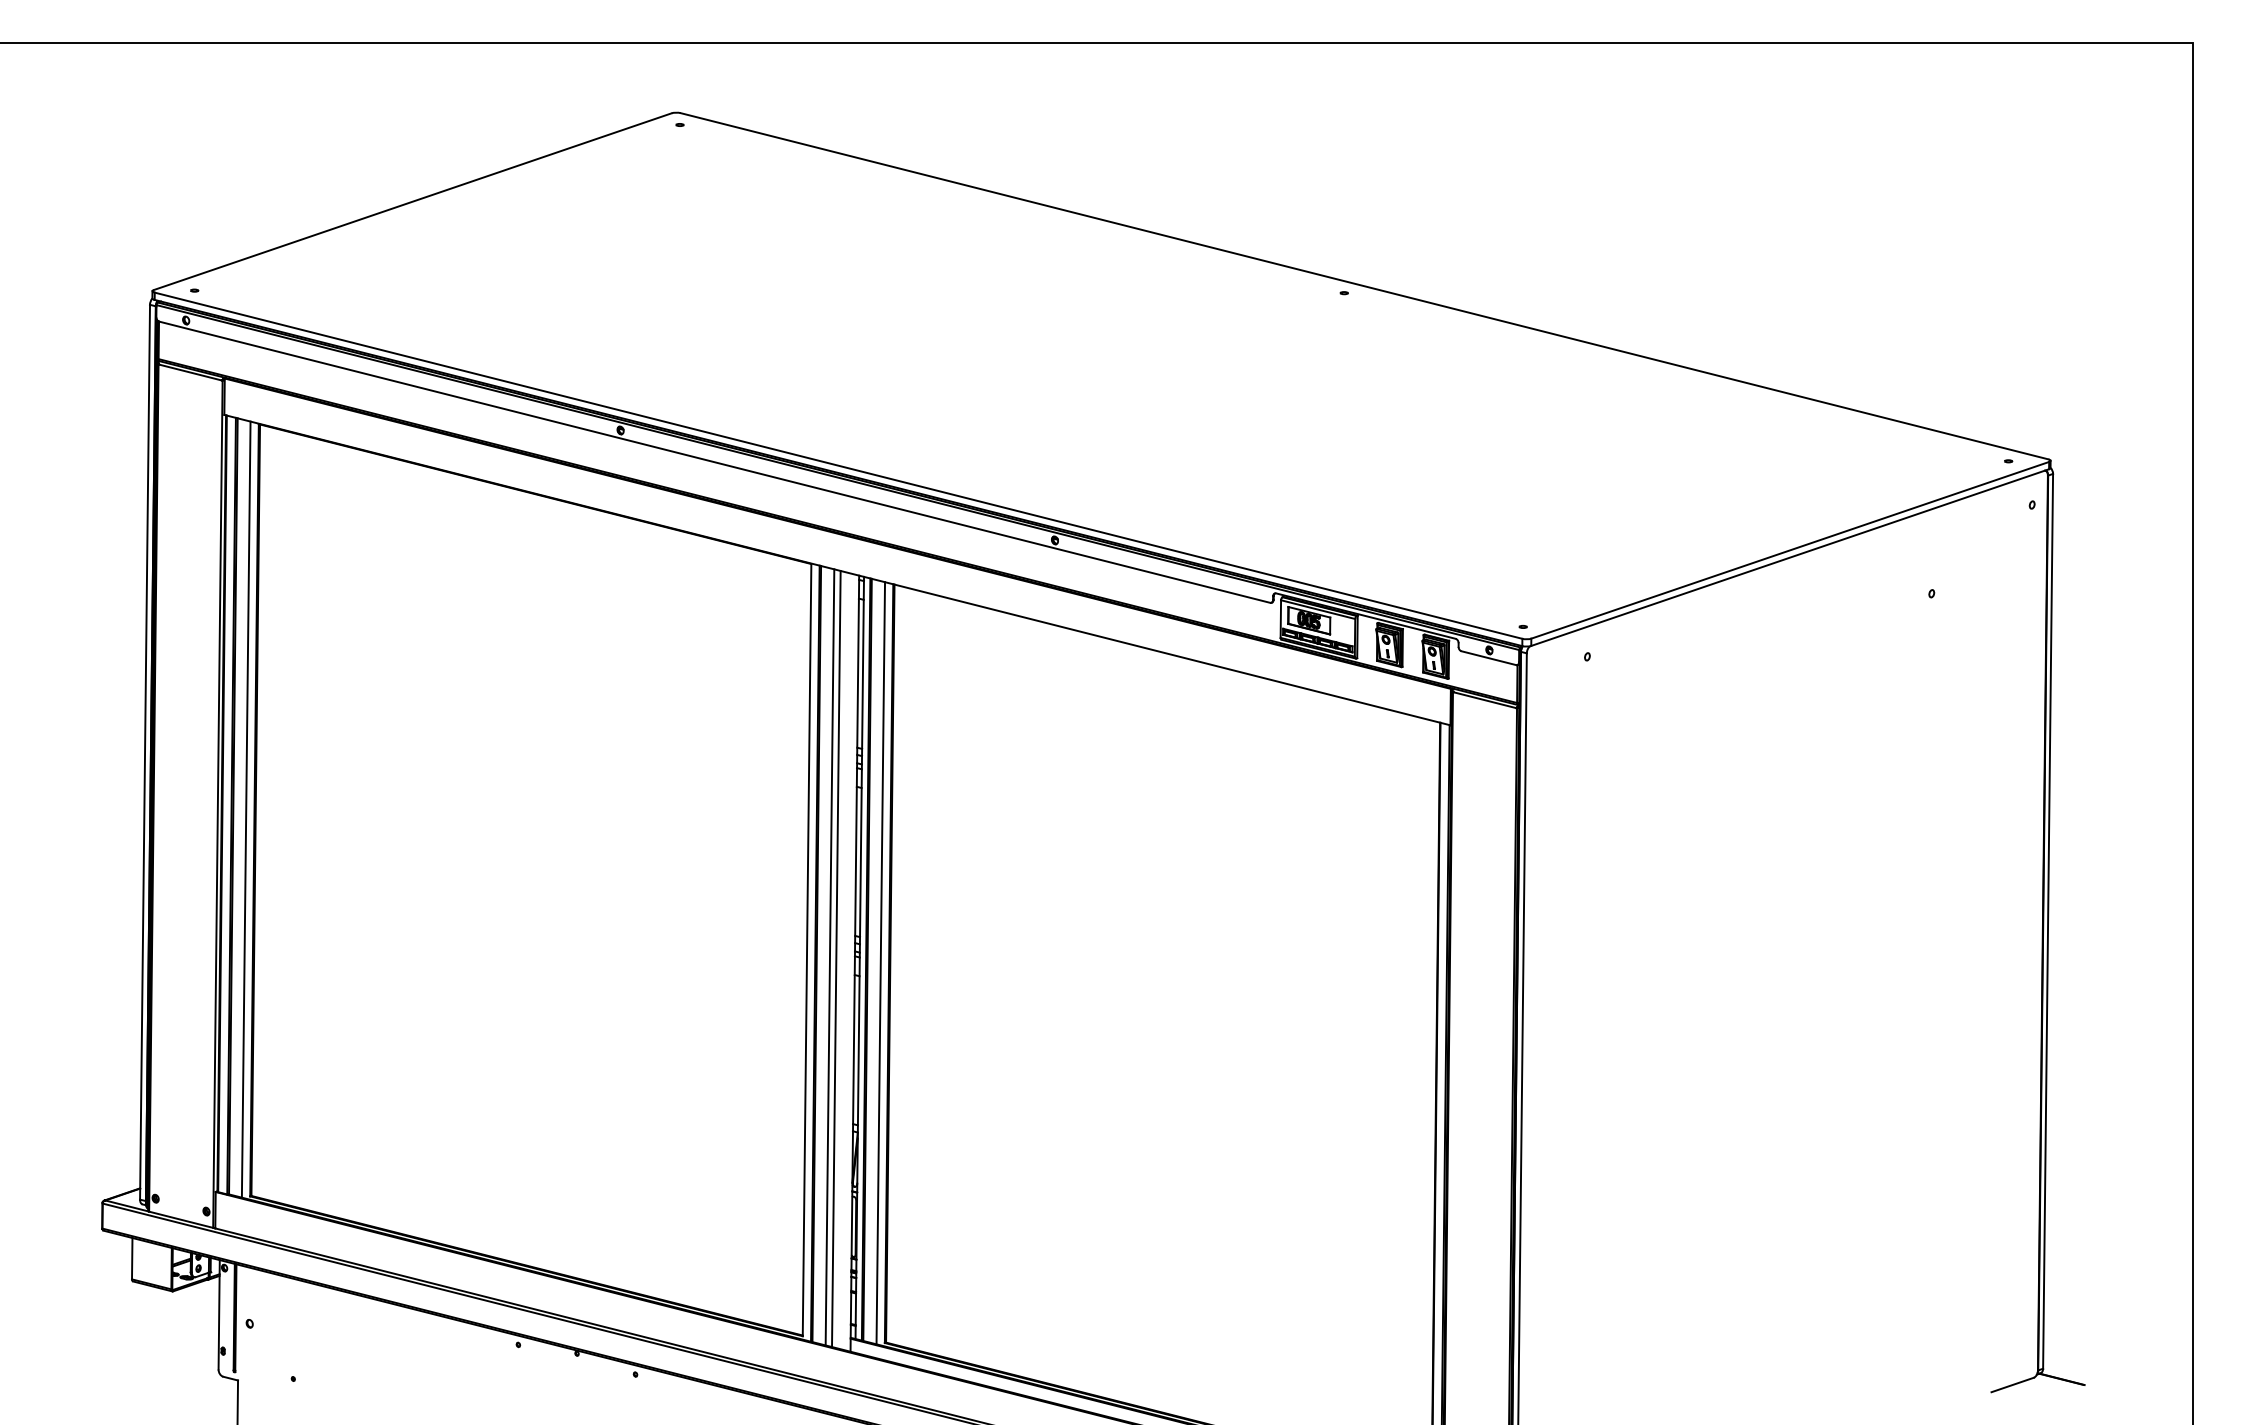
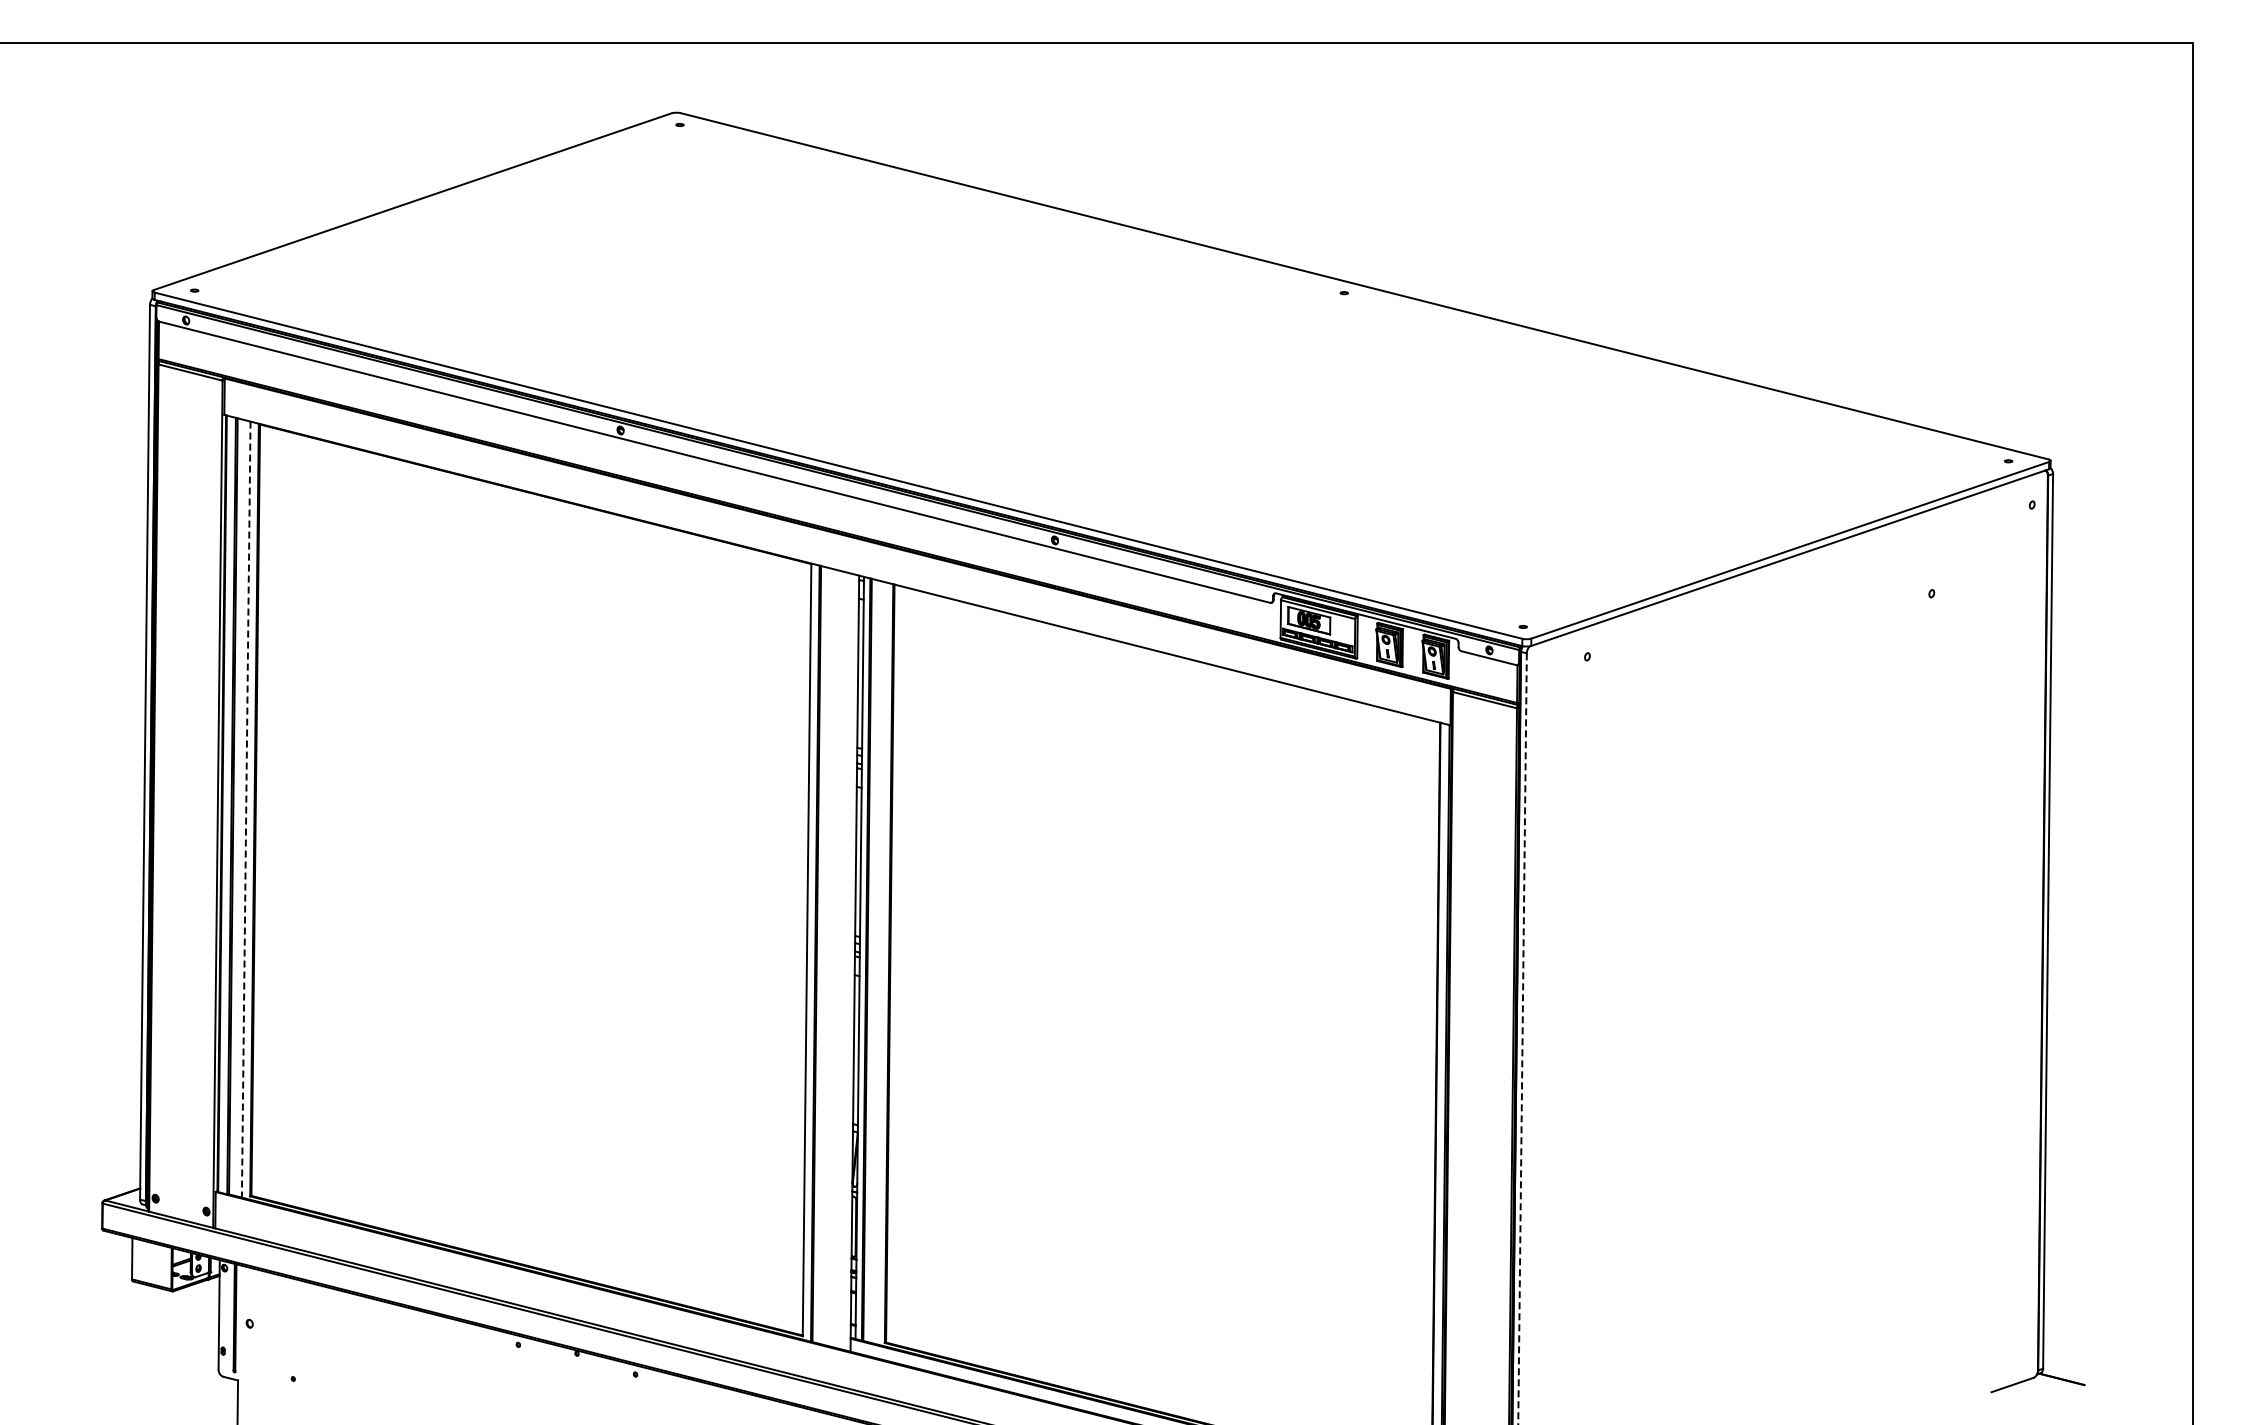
line at (246, 810): solid -> dashed
line at (829, 957): present -> none
line at (836, 958): present -> none
line at (880, 963): present -> none
line at (1522, 1039): solid -> dashed
